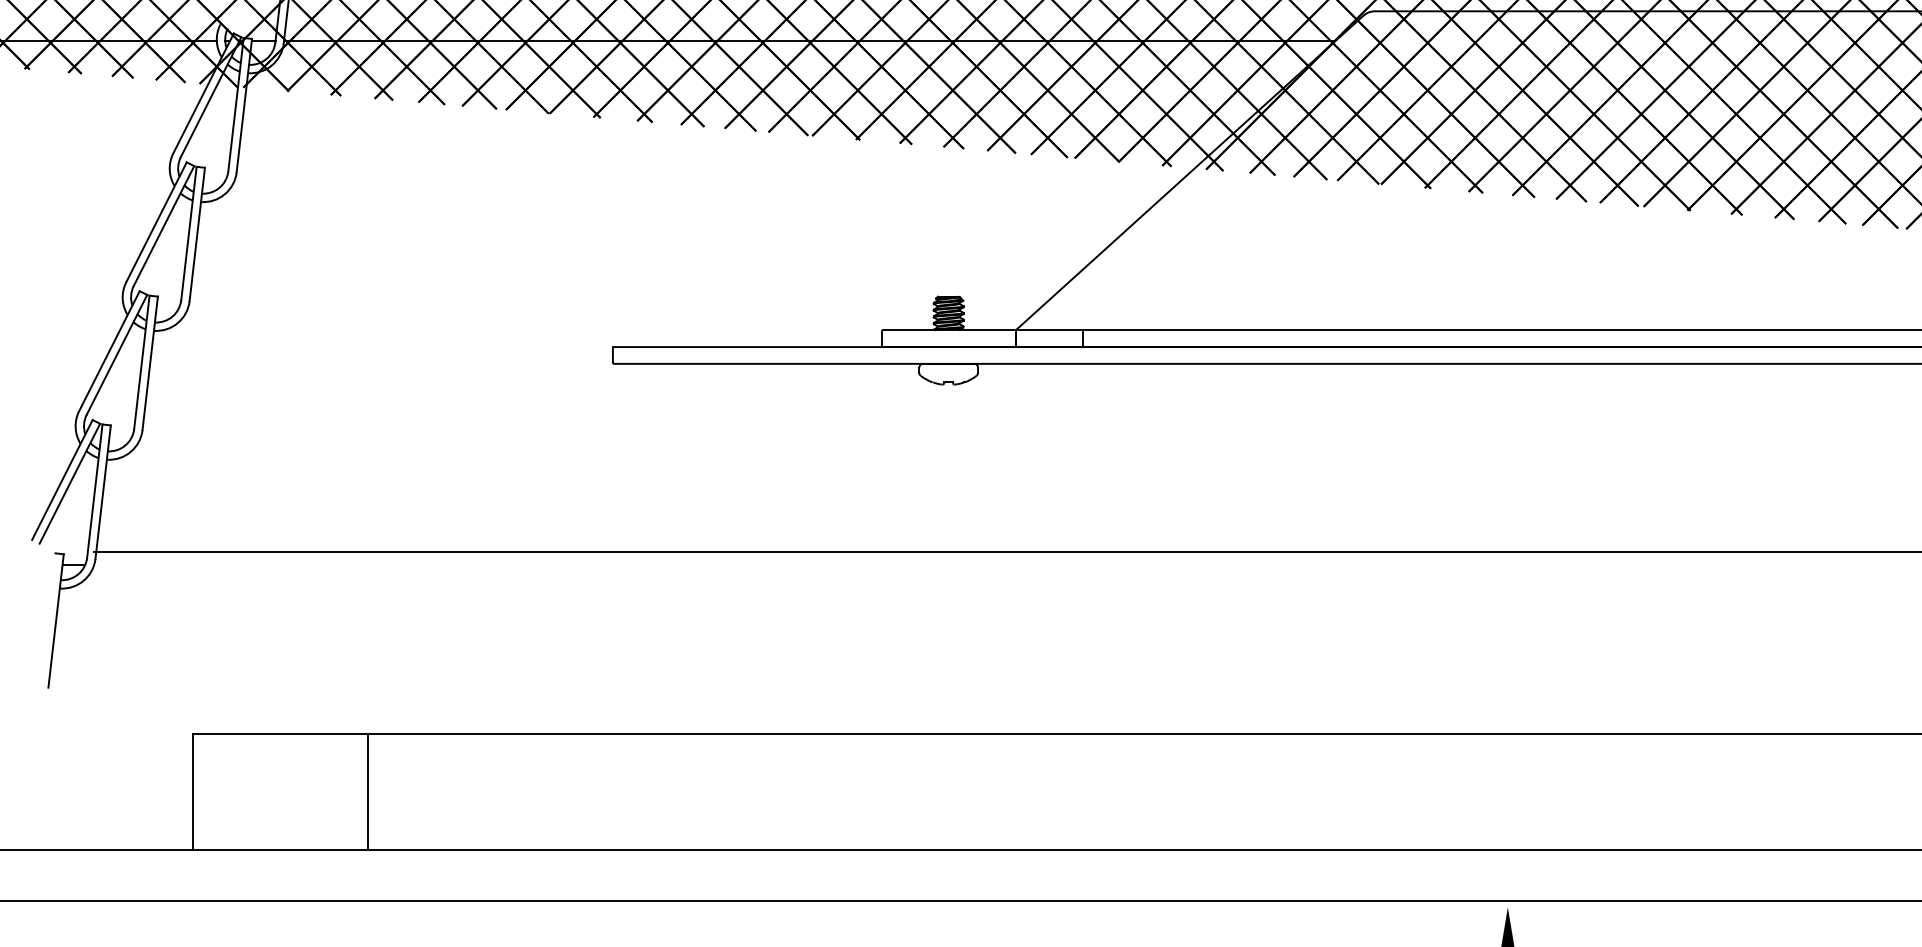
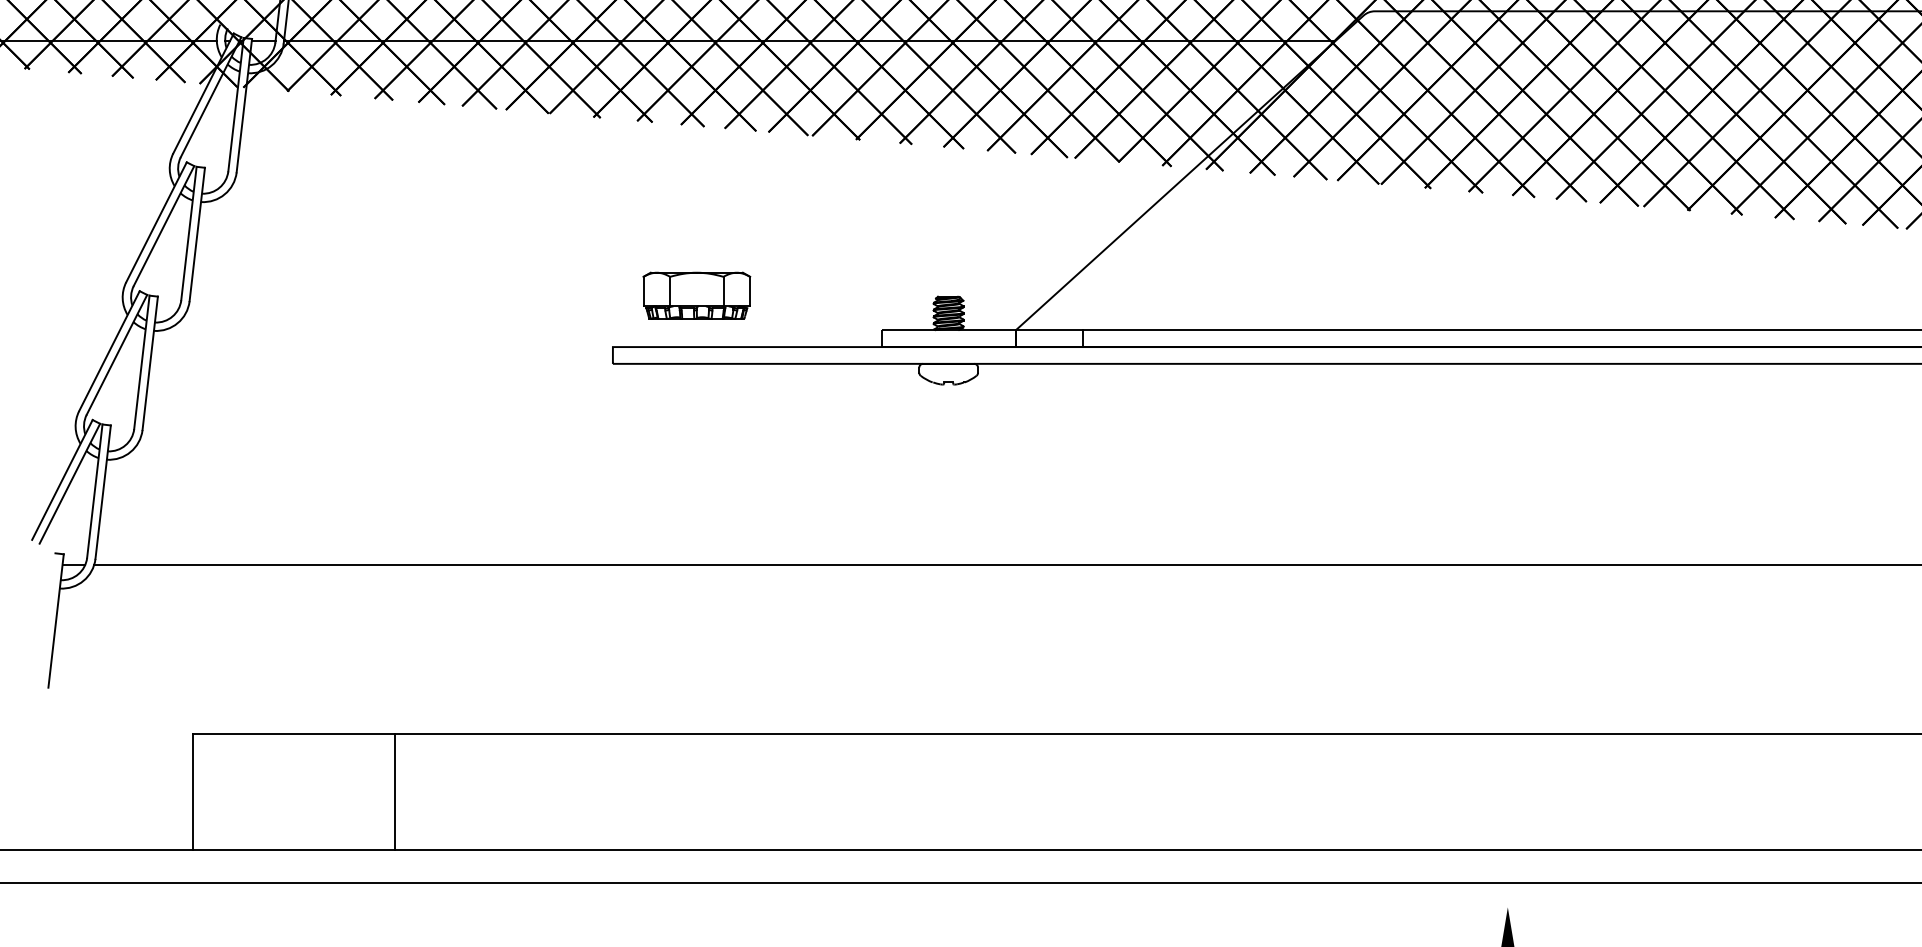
part at (696, 295): none -> present
line at (1006, 552) position: (1006, 552) -> (1006, 565)
line at (367, 791) position: (367, 791) -> (394, 791)
line at (960, 901) position: (960, 901) -> (960, 883)
